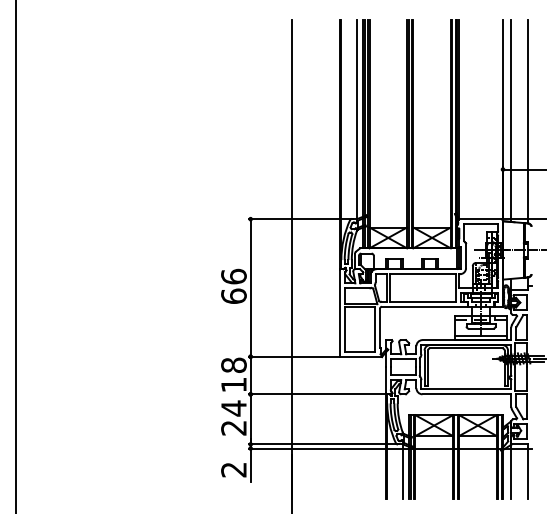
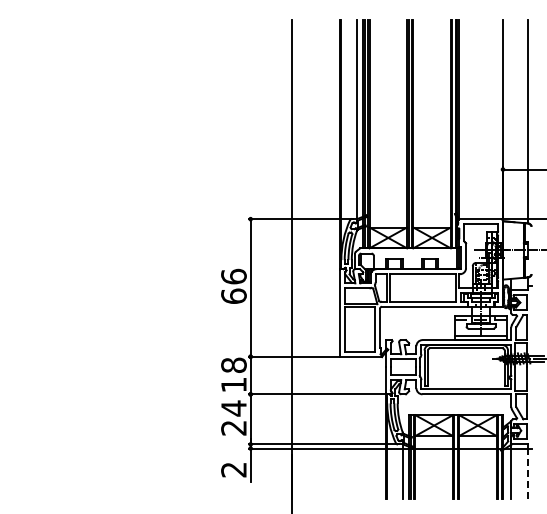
line at (511, 120): present -> none
line at (16, 256): present -> none
line at (528, 473): solid -> dashed
